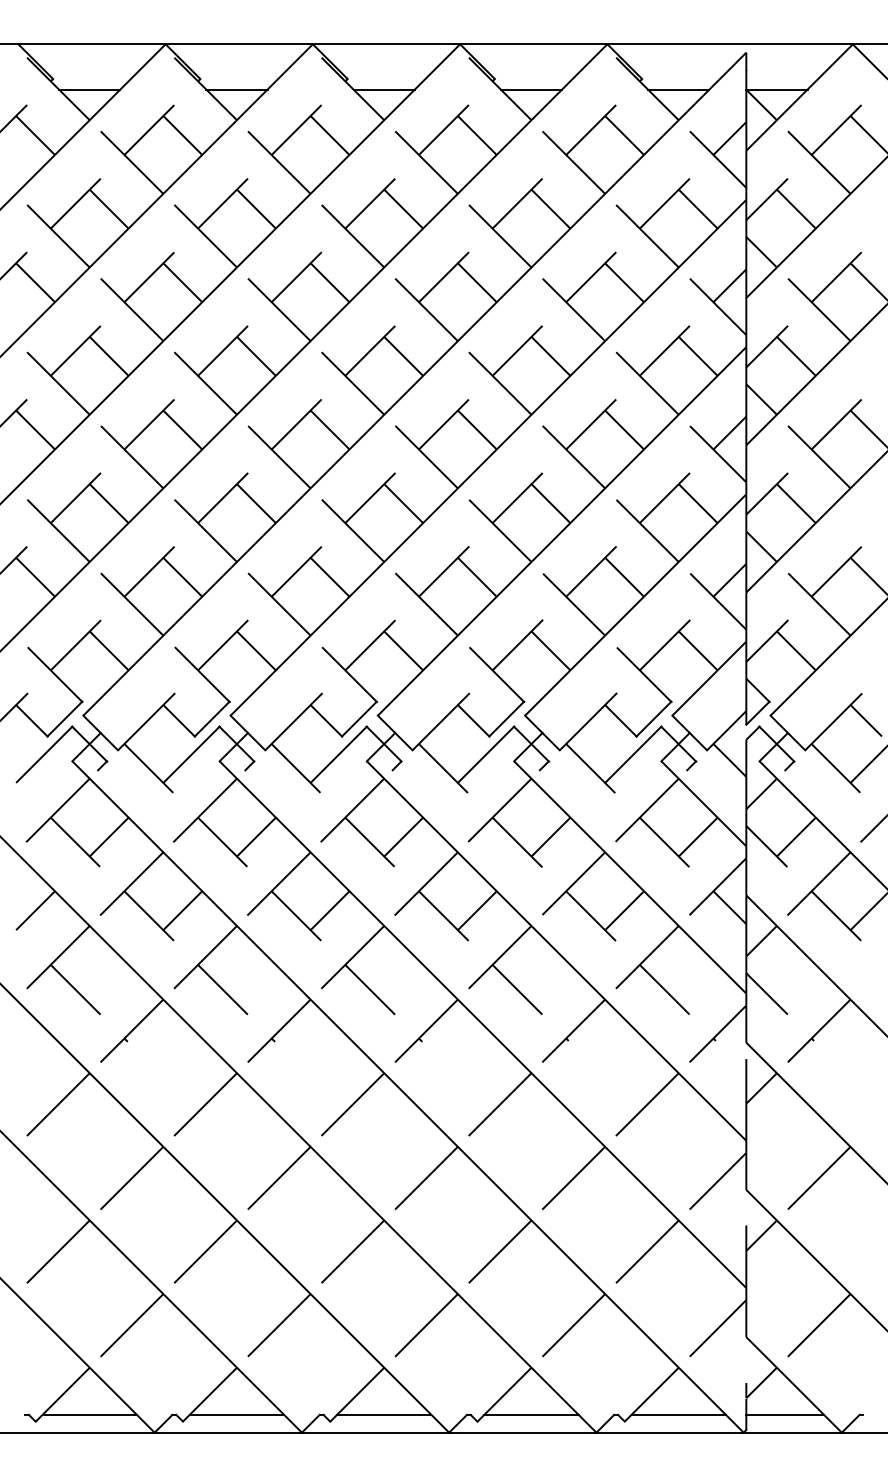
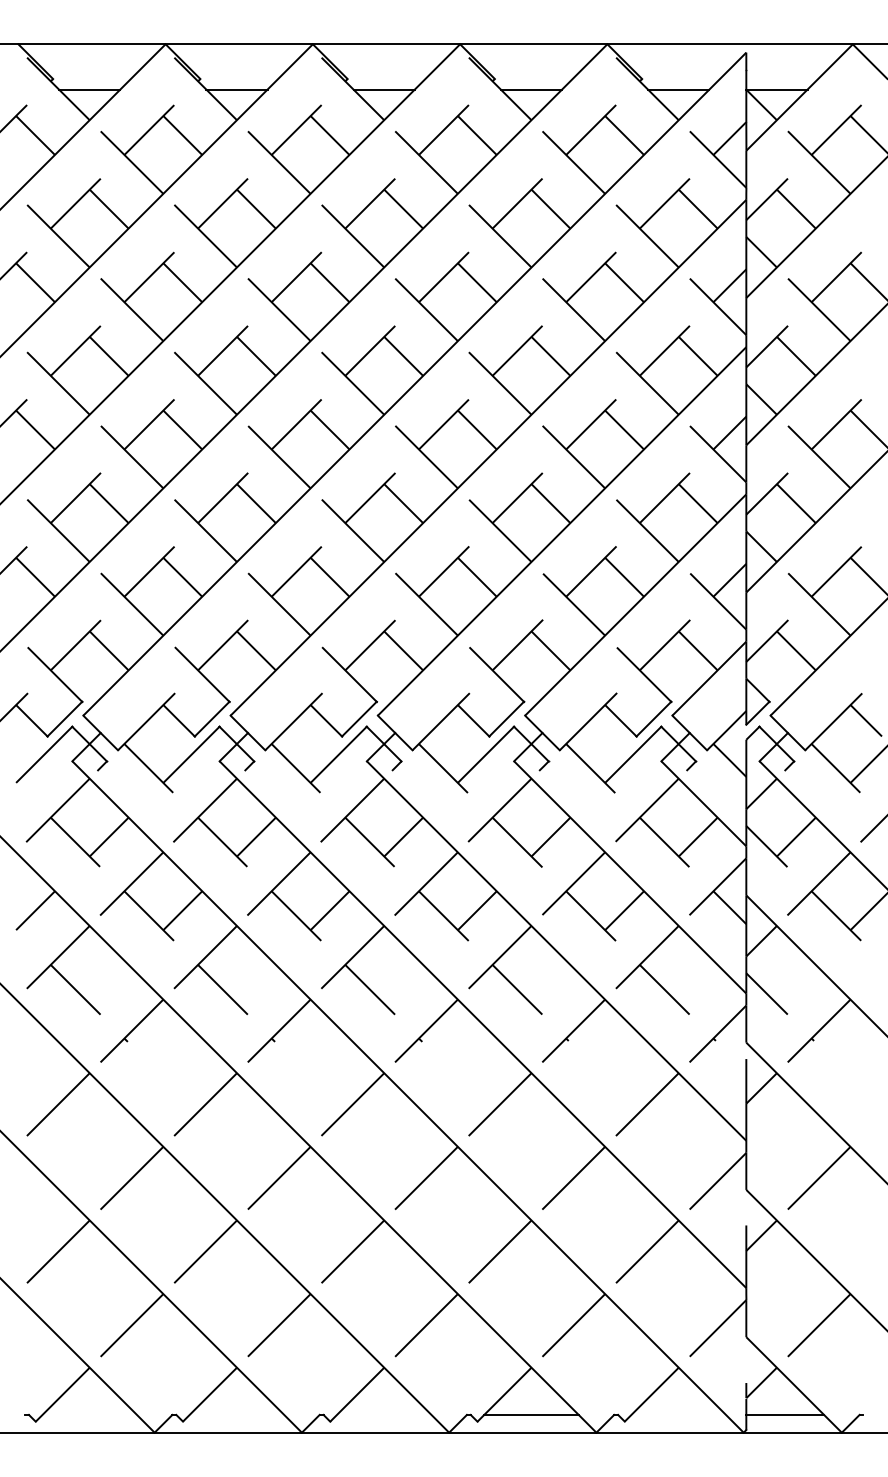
line at (89, 1414): present -> none
line at (236, 1414): present -> none
line at (384, 1414): present -> none
line at (678, 1414): present -> none
